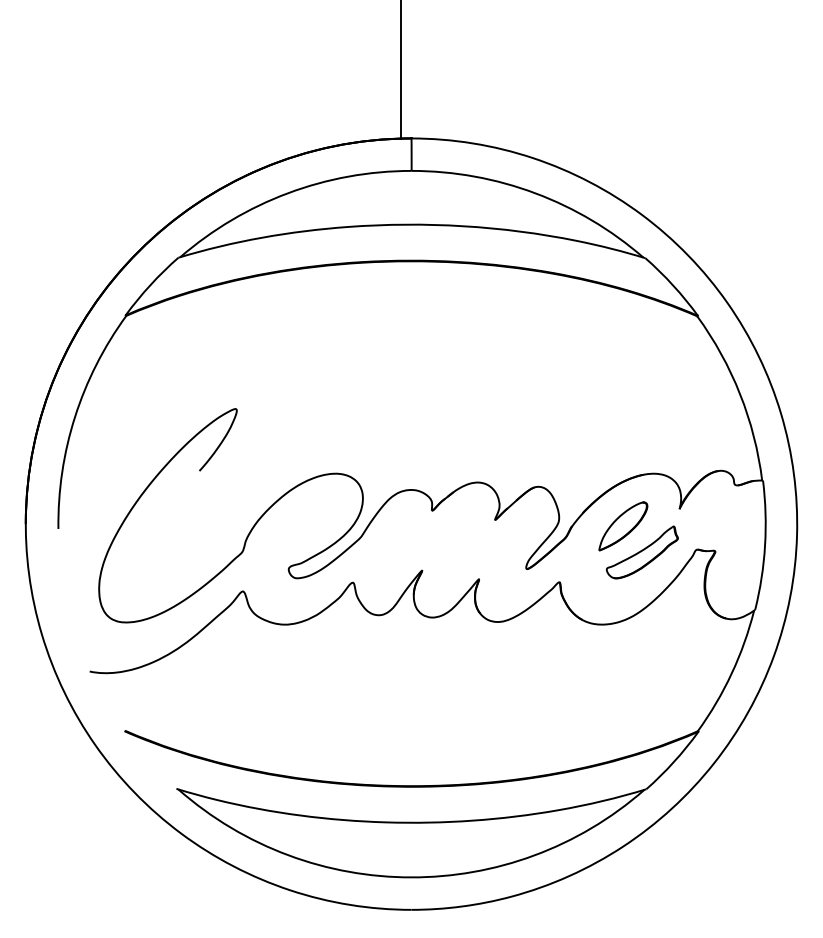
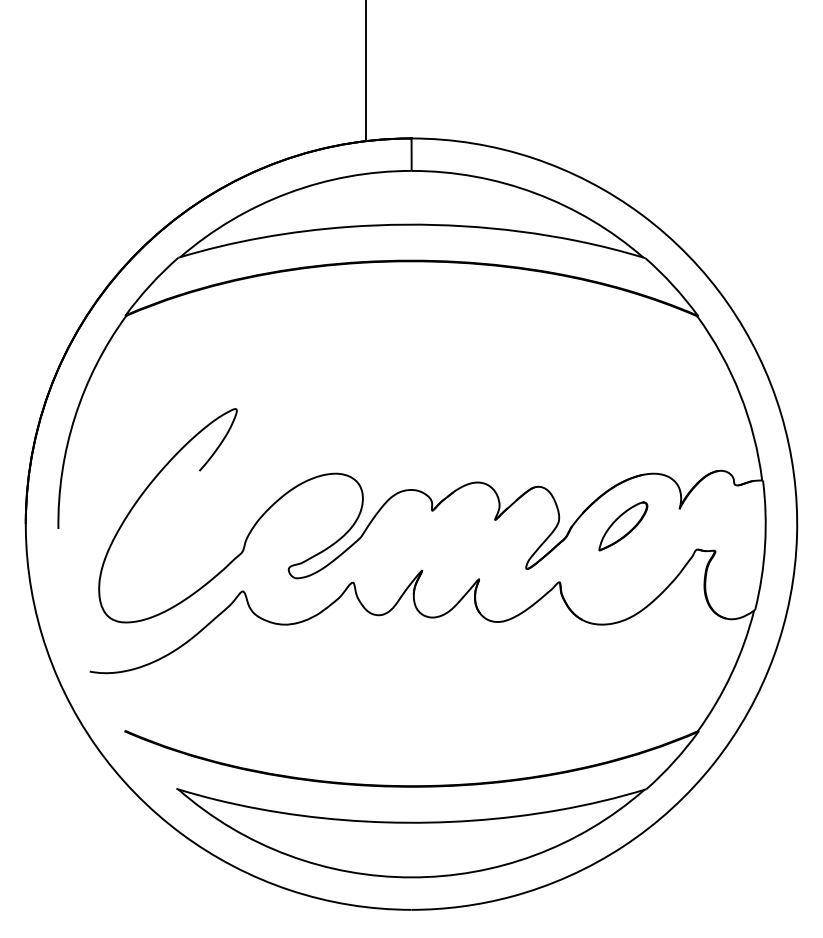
line at (401, 70) position: (401, 70) -> (366, 70)
part at (641, 552): present -> none
